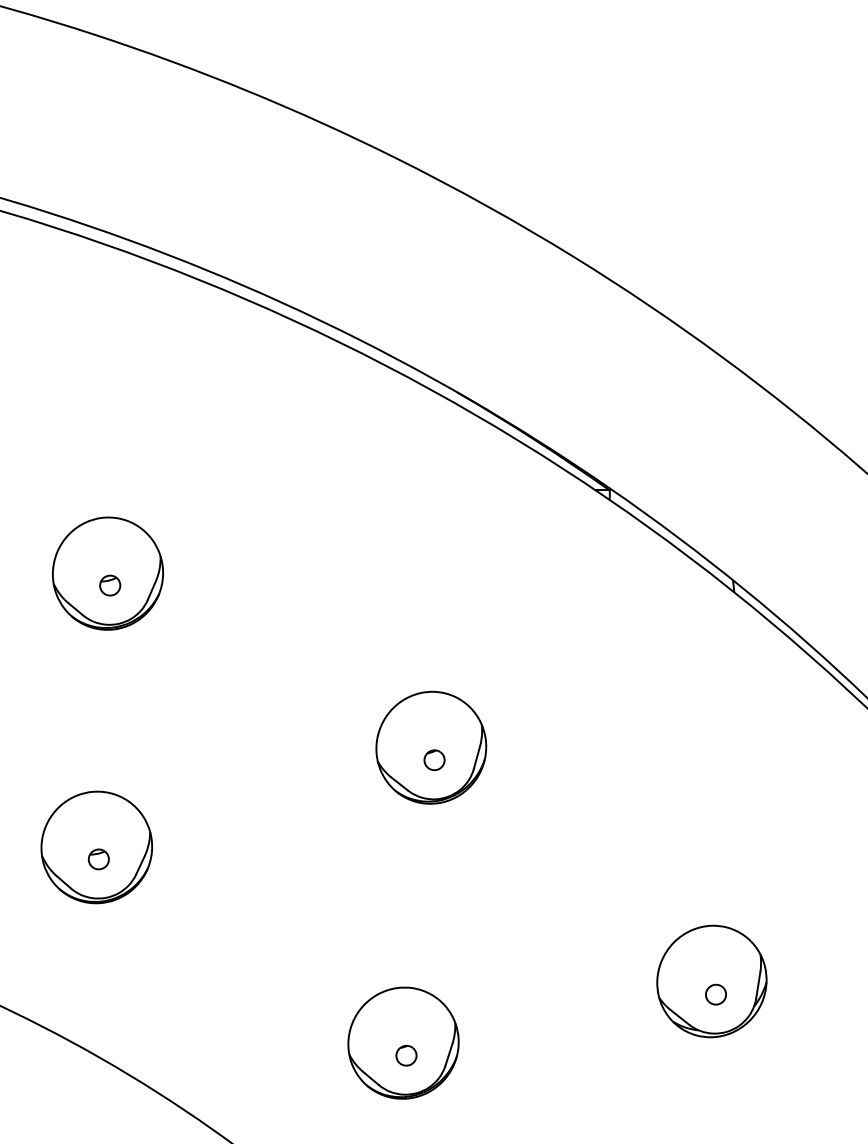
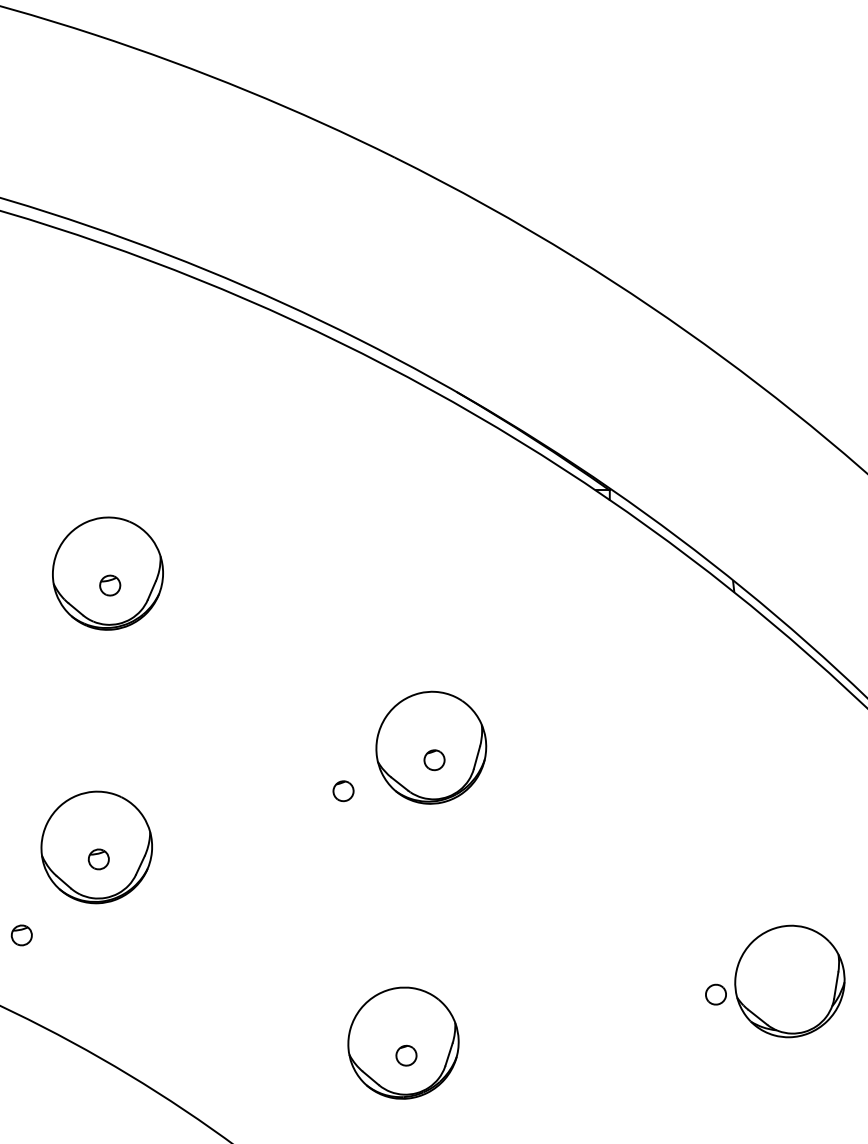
part at (343, 791): none -> present
part at (21, 935): none -> present
part at (711, 981) position: (711, 981) -> (789, 981)
